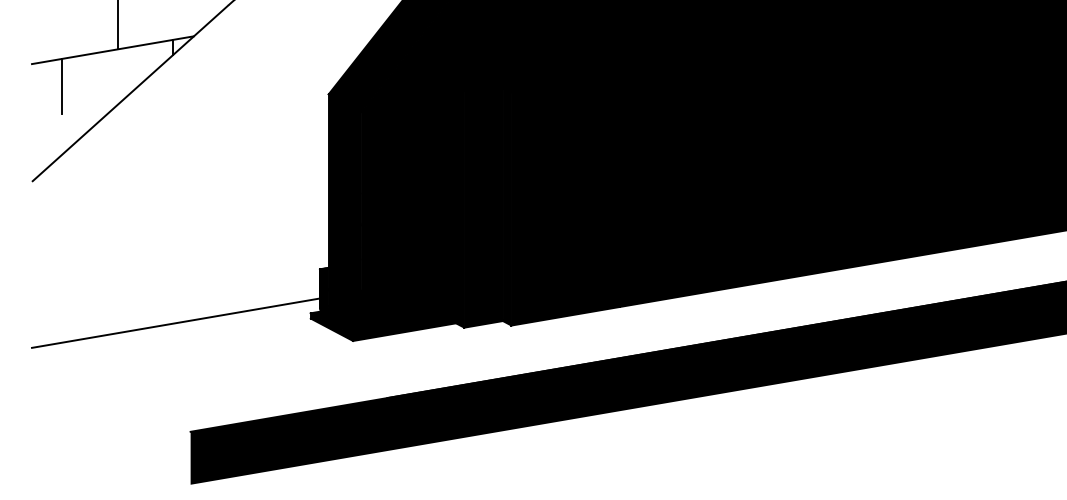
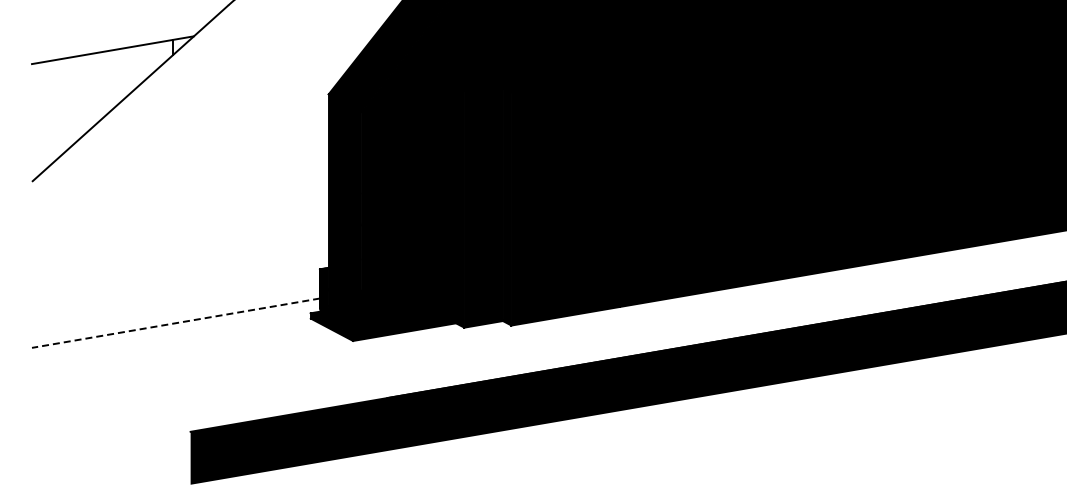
line at (117, 25): present -> none
line at (62, 86): present -> none
line at (175, 323): solid -> dashed
